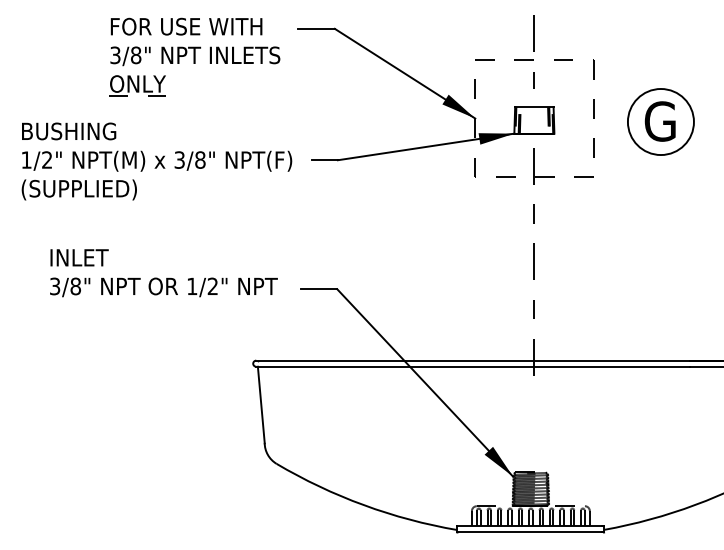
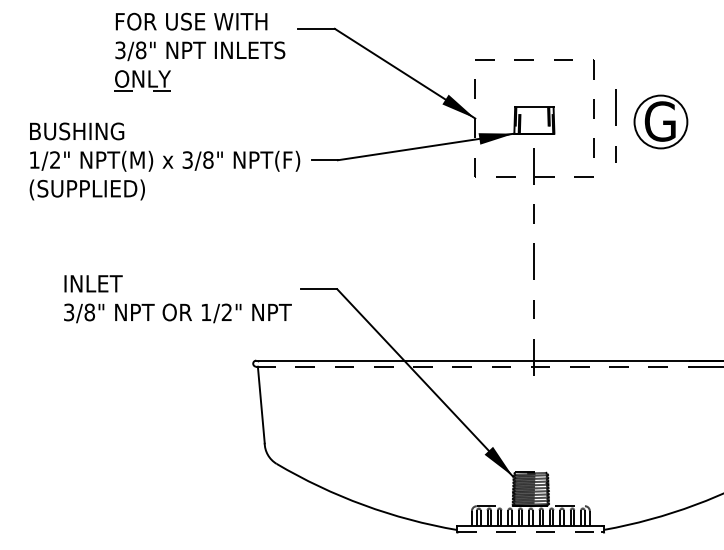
line at (533, 51) position: (533, 51) -> (615, 125)
part at (194, 56) position: (194, 56) -> (199, 51)
circle at (660, 122) diameter: 66 px -> 53 px
text at (156, 161) position: (156, 161) -> (164, 161)
text at (163, 273) position: (163, 273) -> (177, 299)
line at (473, 366): solid -> dashed
line at (529, 531): solid -> dashed
